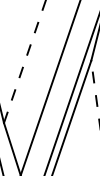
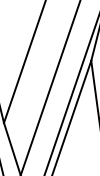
line at (24, 61): dashed -> solid
line at (95, 92): dashed -> solid
